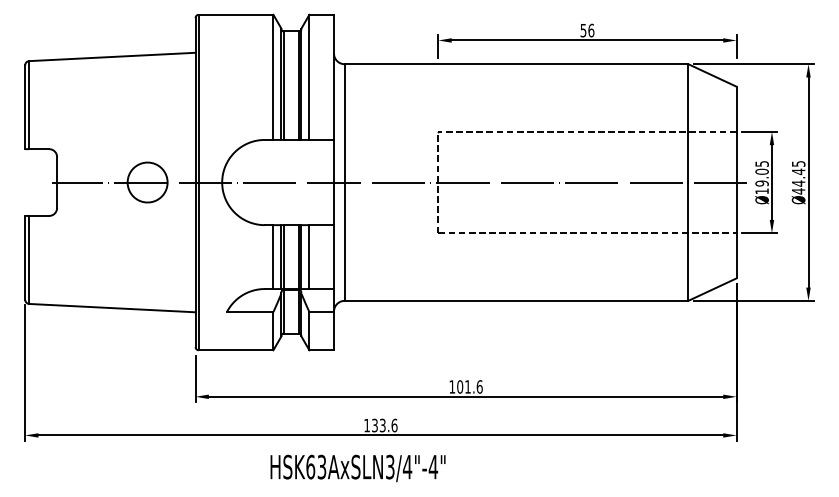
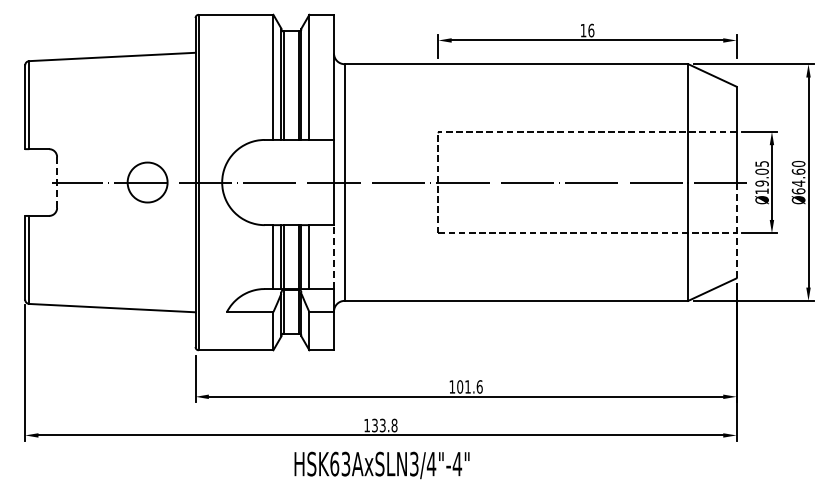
text at (583, 30): 56 -> 16
text at (798, 177): Ø44.45 -> Ø64.60
line at (57, 183): solid -> dashed
line at (736, 230): solid -> dashed
line at (334, 257): solid -> dashed
text at (394, 425): 133.6 -> 133.8
text at (357, 468) position: (357, 468) -> (381, 465)
